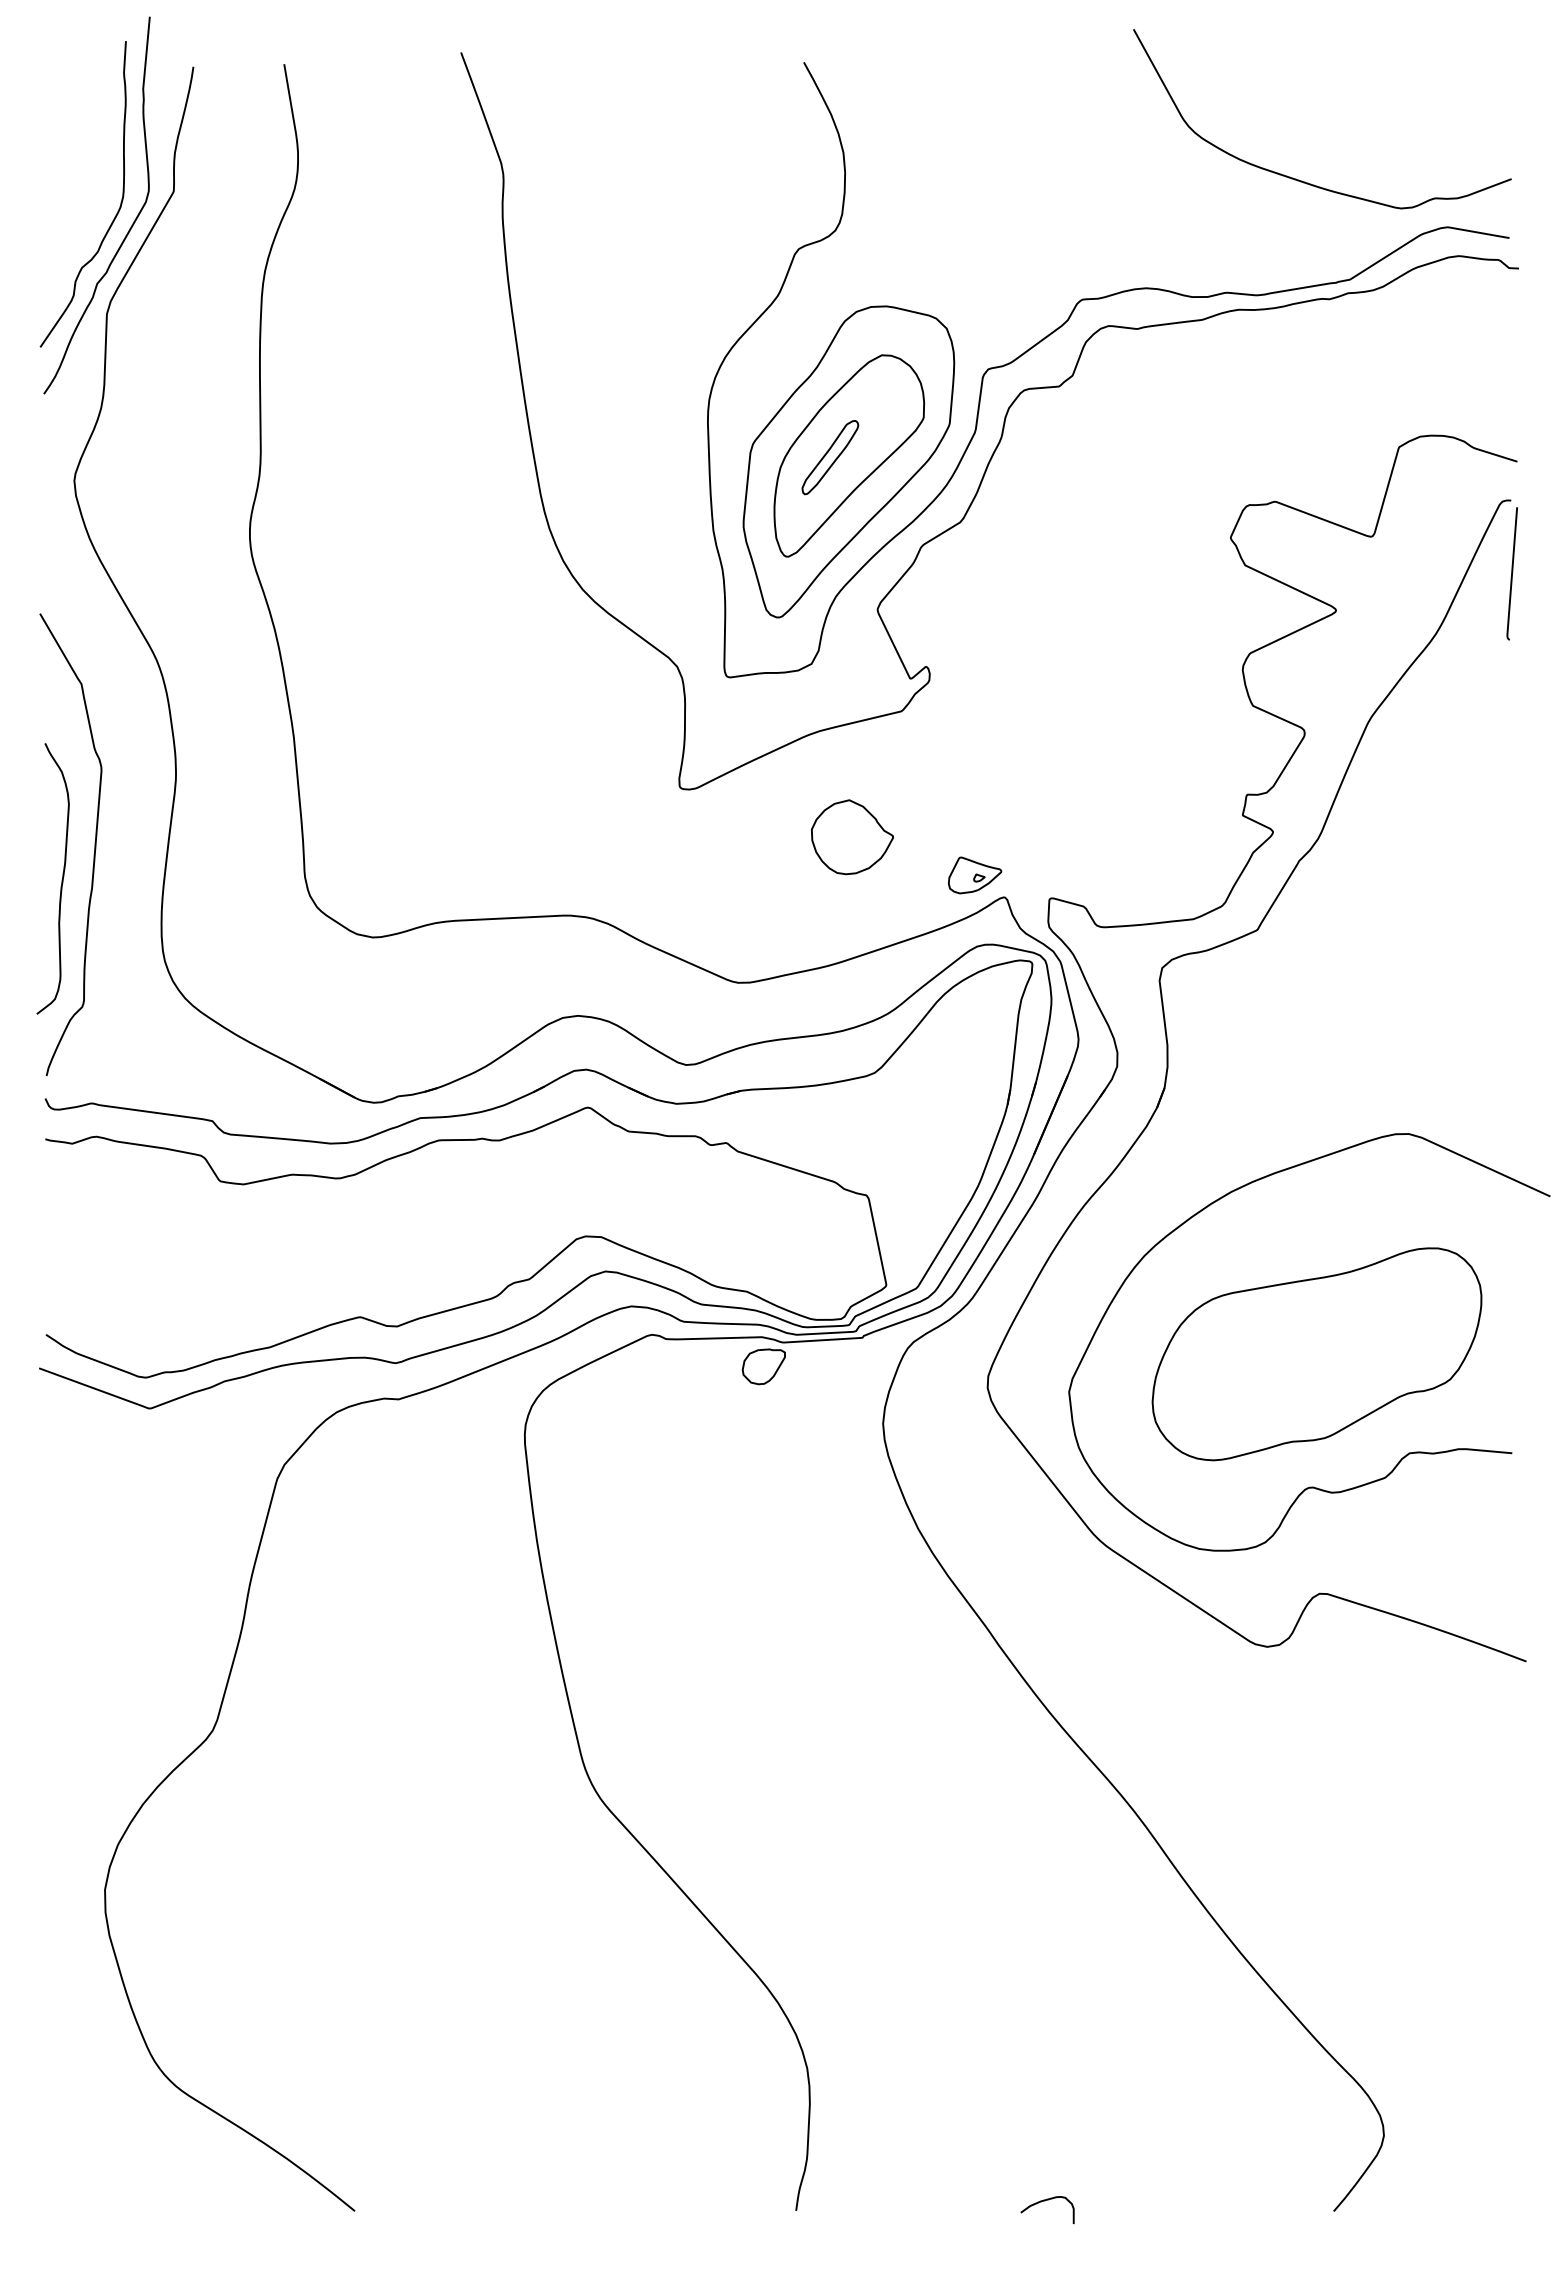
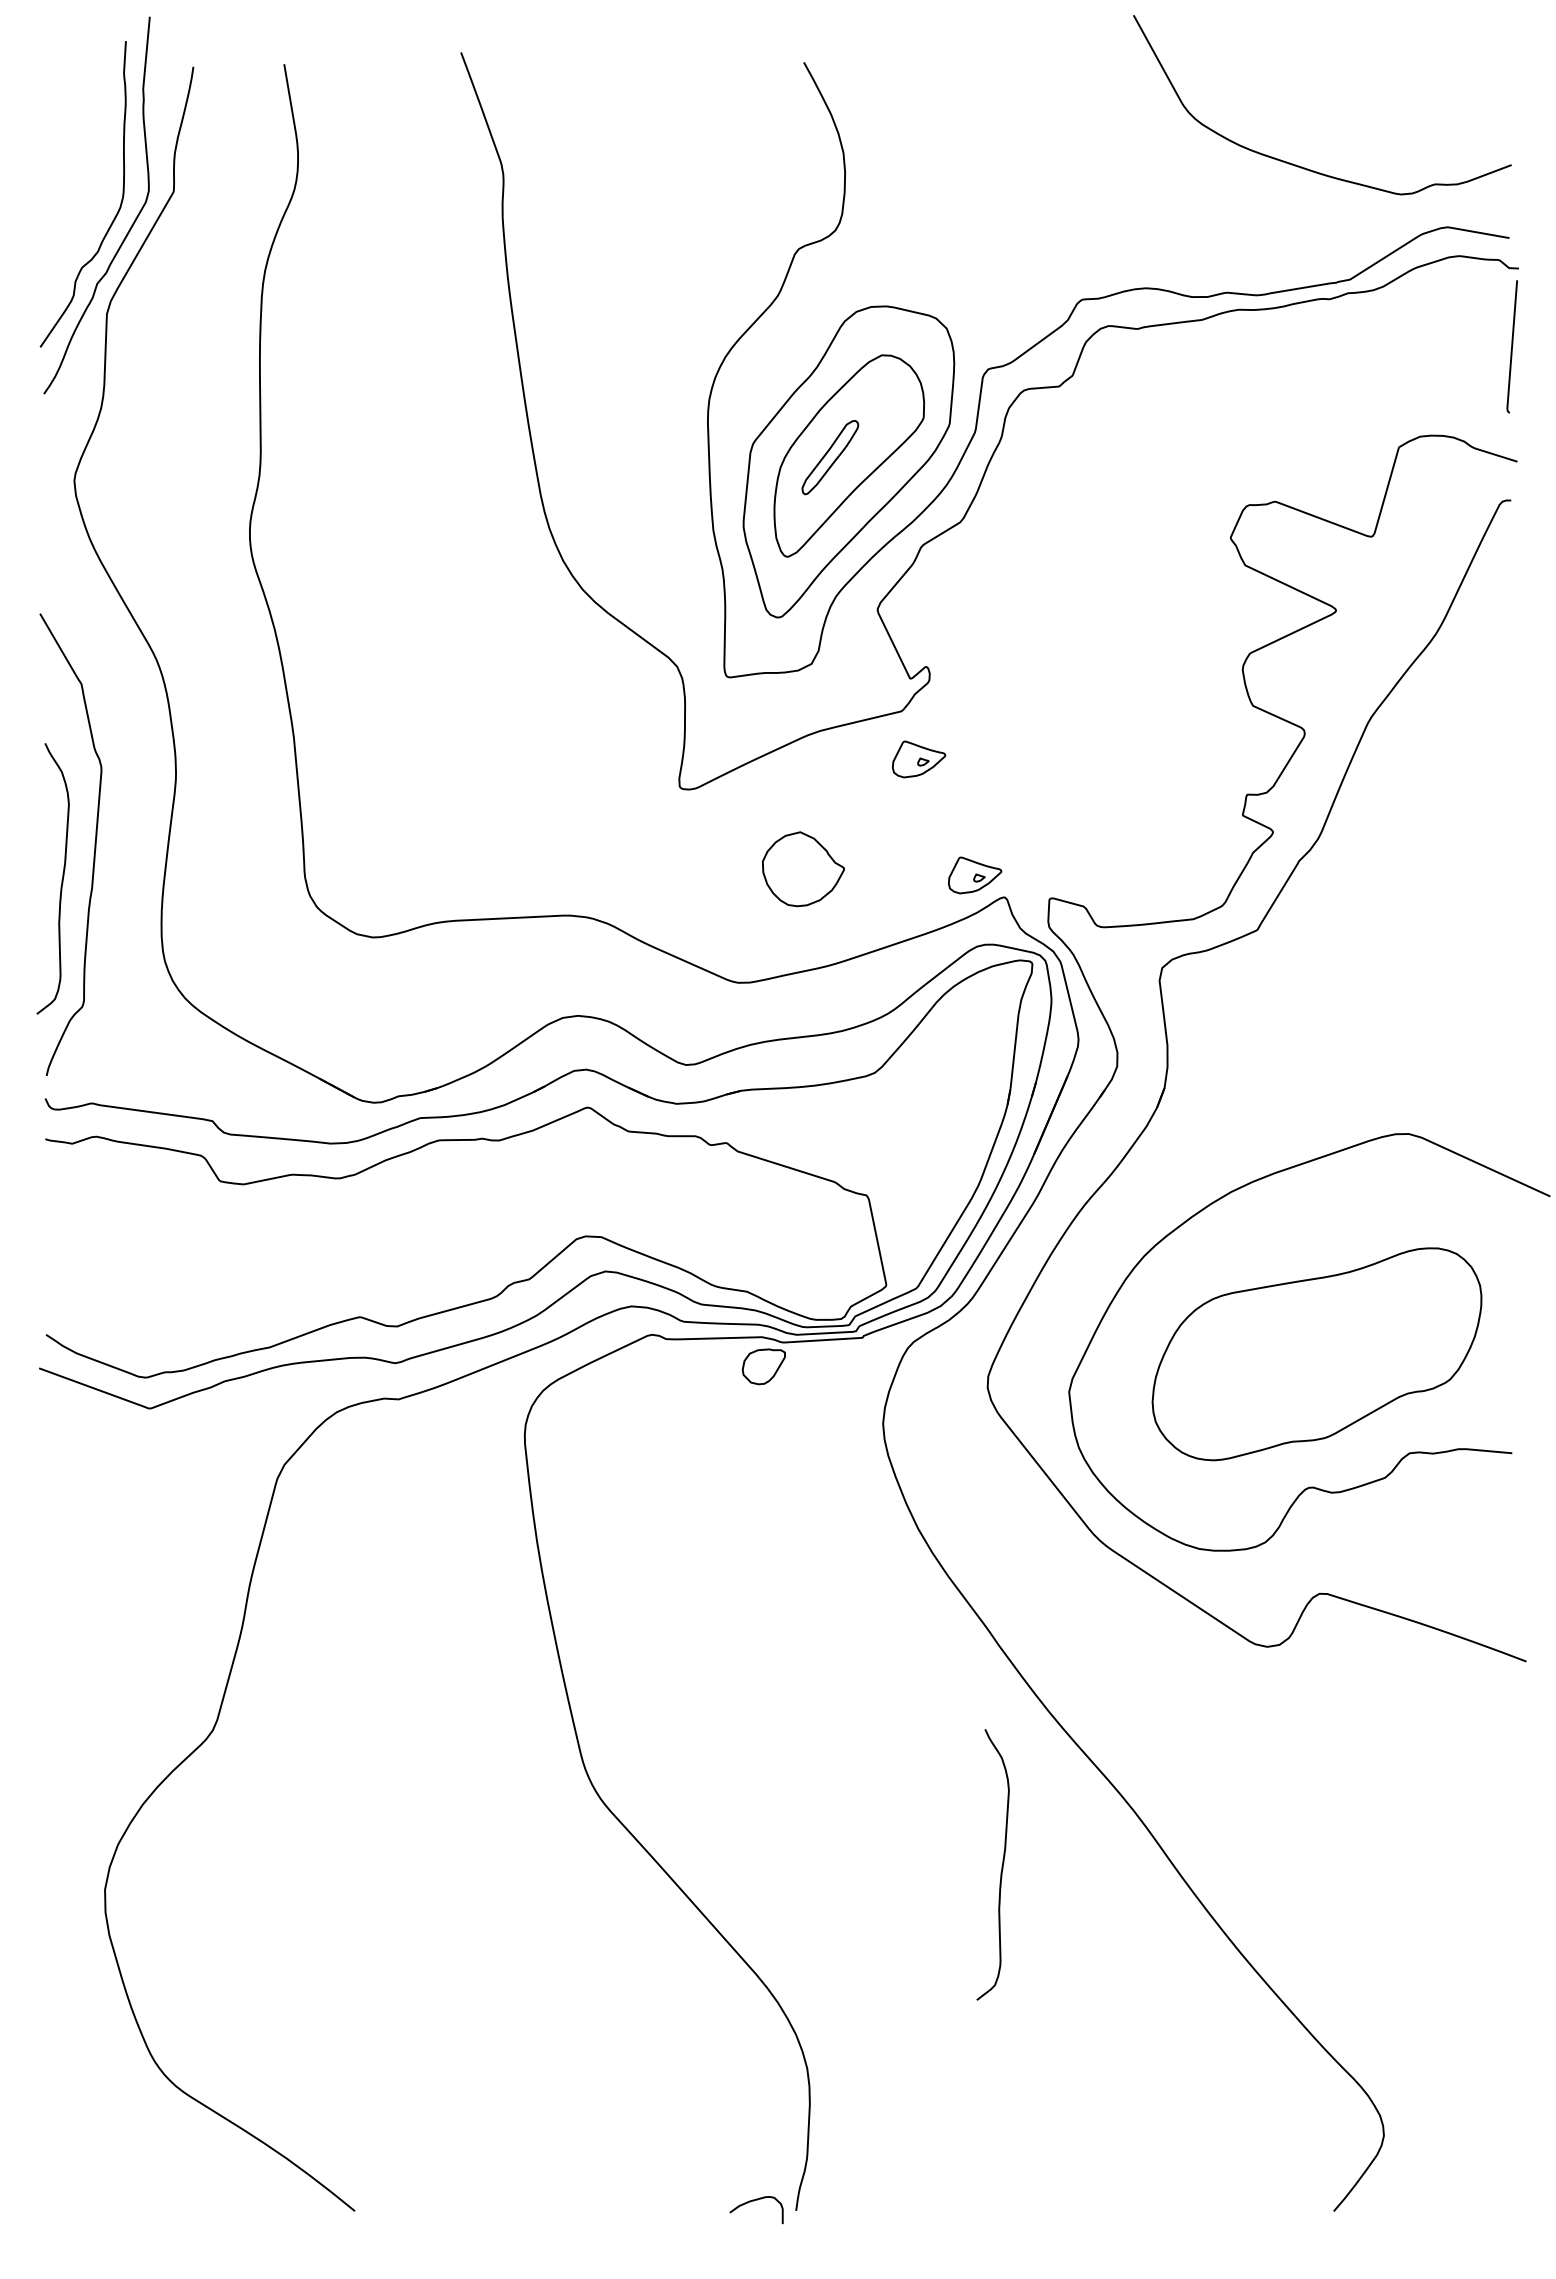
curve at (1302, 180) position: (1302, 180) -> (1302, 166)
curve at (1511, 573) position: (1511, 573) -> (1511, 346)
part at (918, 759): none -> present
part at (852, 837) position: (852, 837) -> (803, 869)
curve at (1001, 1865): none -> present
curve at (1045, 2201) position: (1045, 2201) -> (754, 2201)
